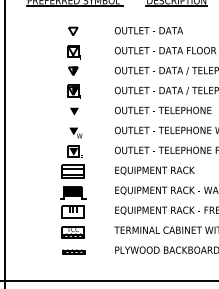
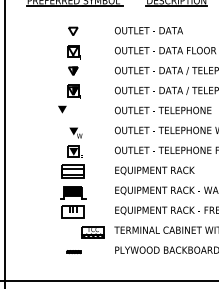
part at (74, 111) position: (74, 111) -> (62, 109)
part at (72, 232) position: (72, 232) -> (92, 232)
part at (73, 251) size: 24x6 px -> 16x5 px
